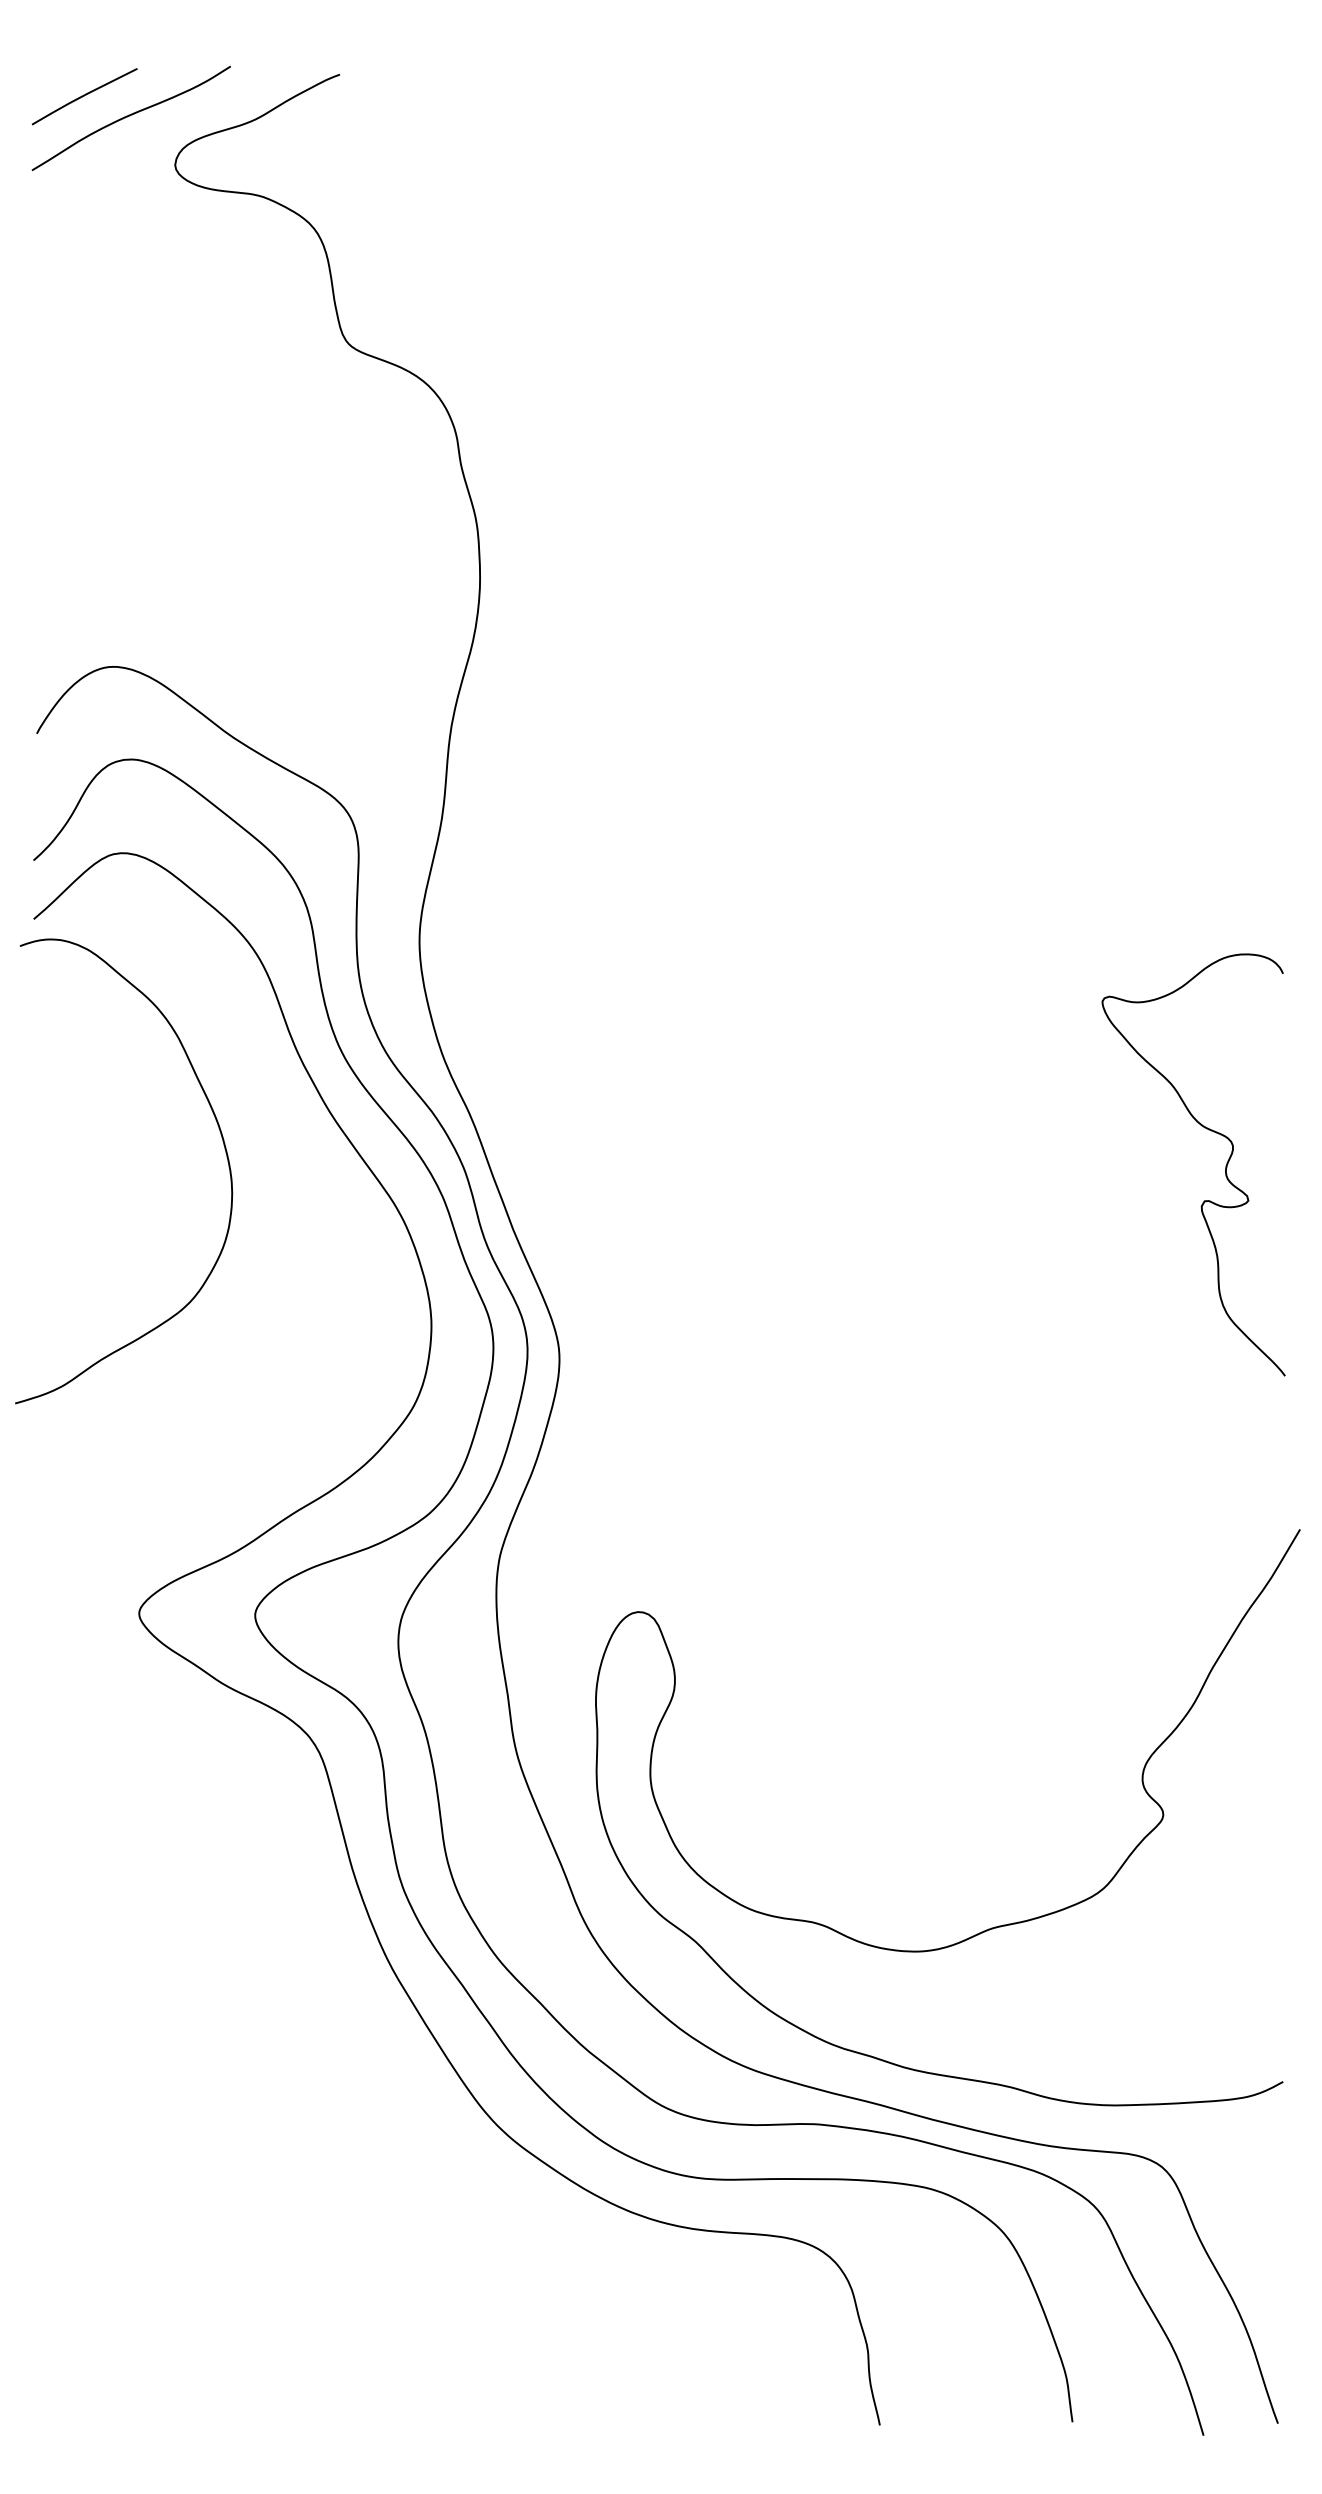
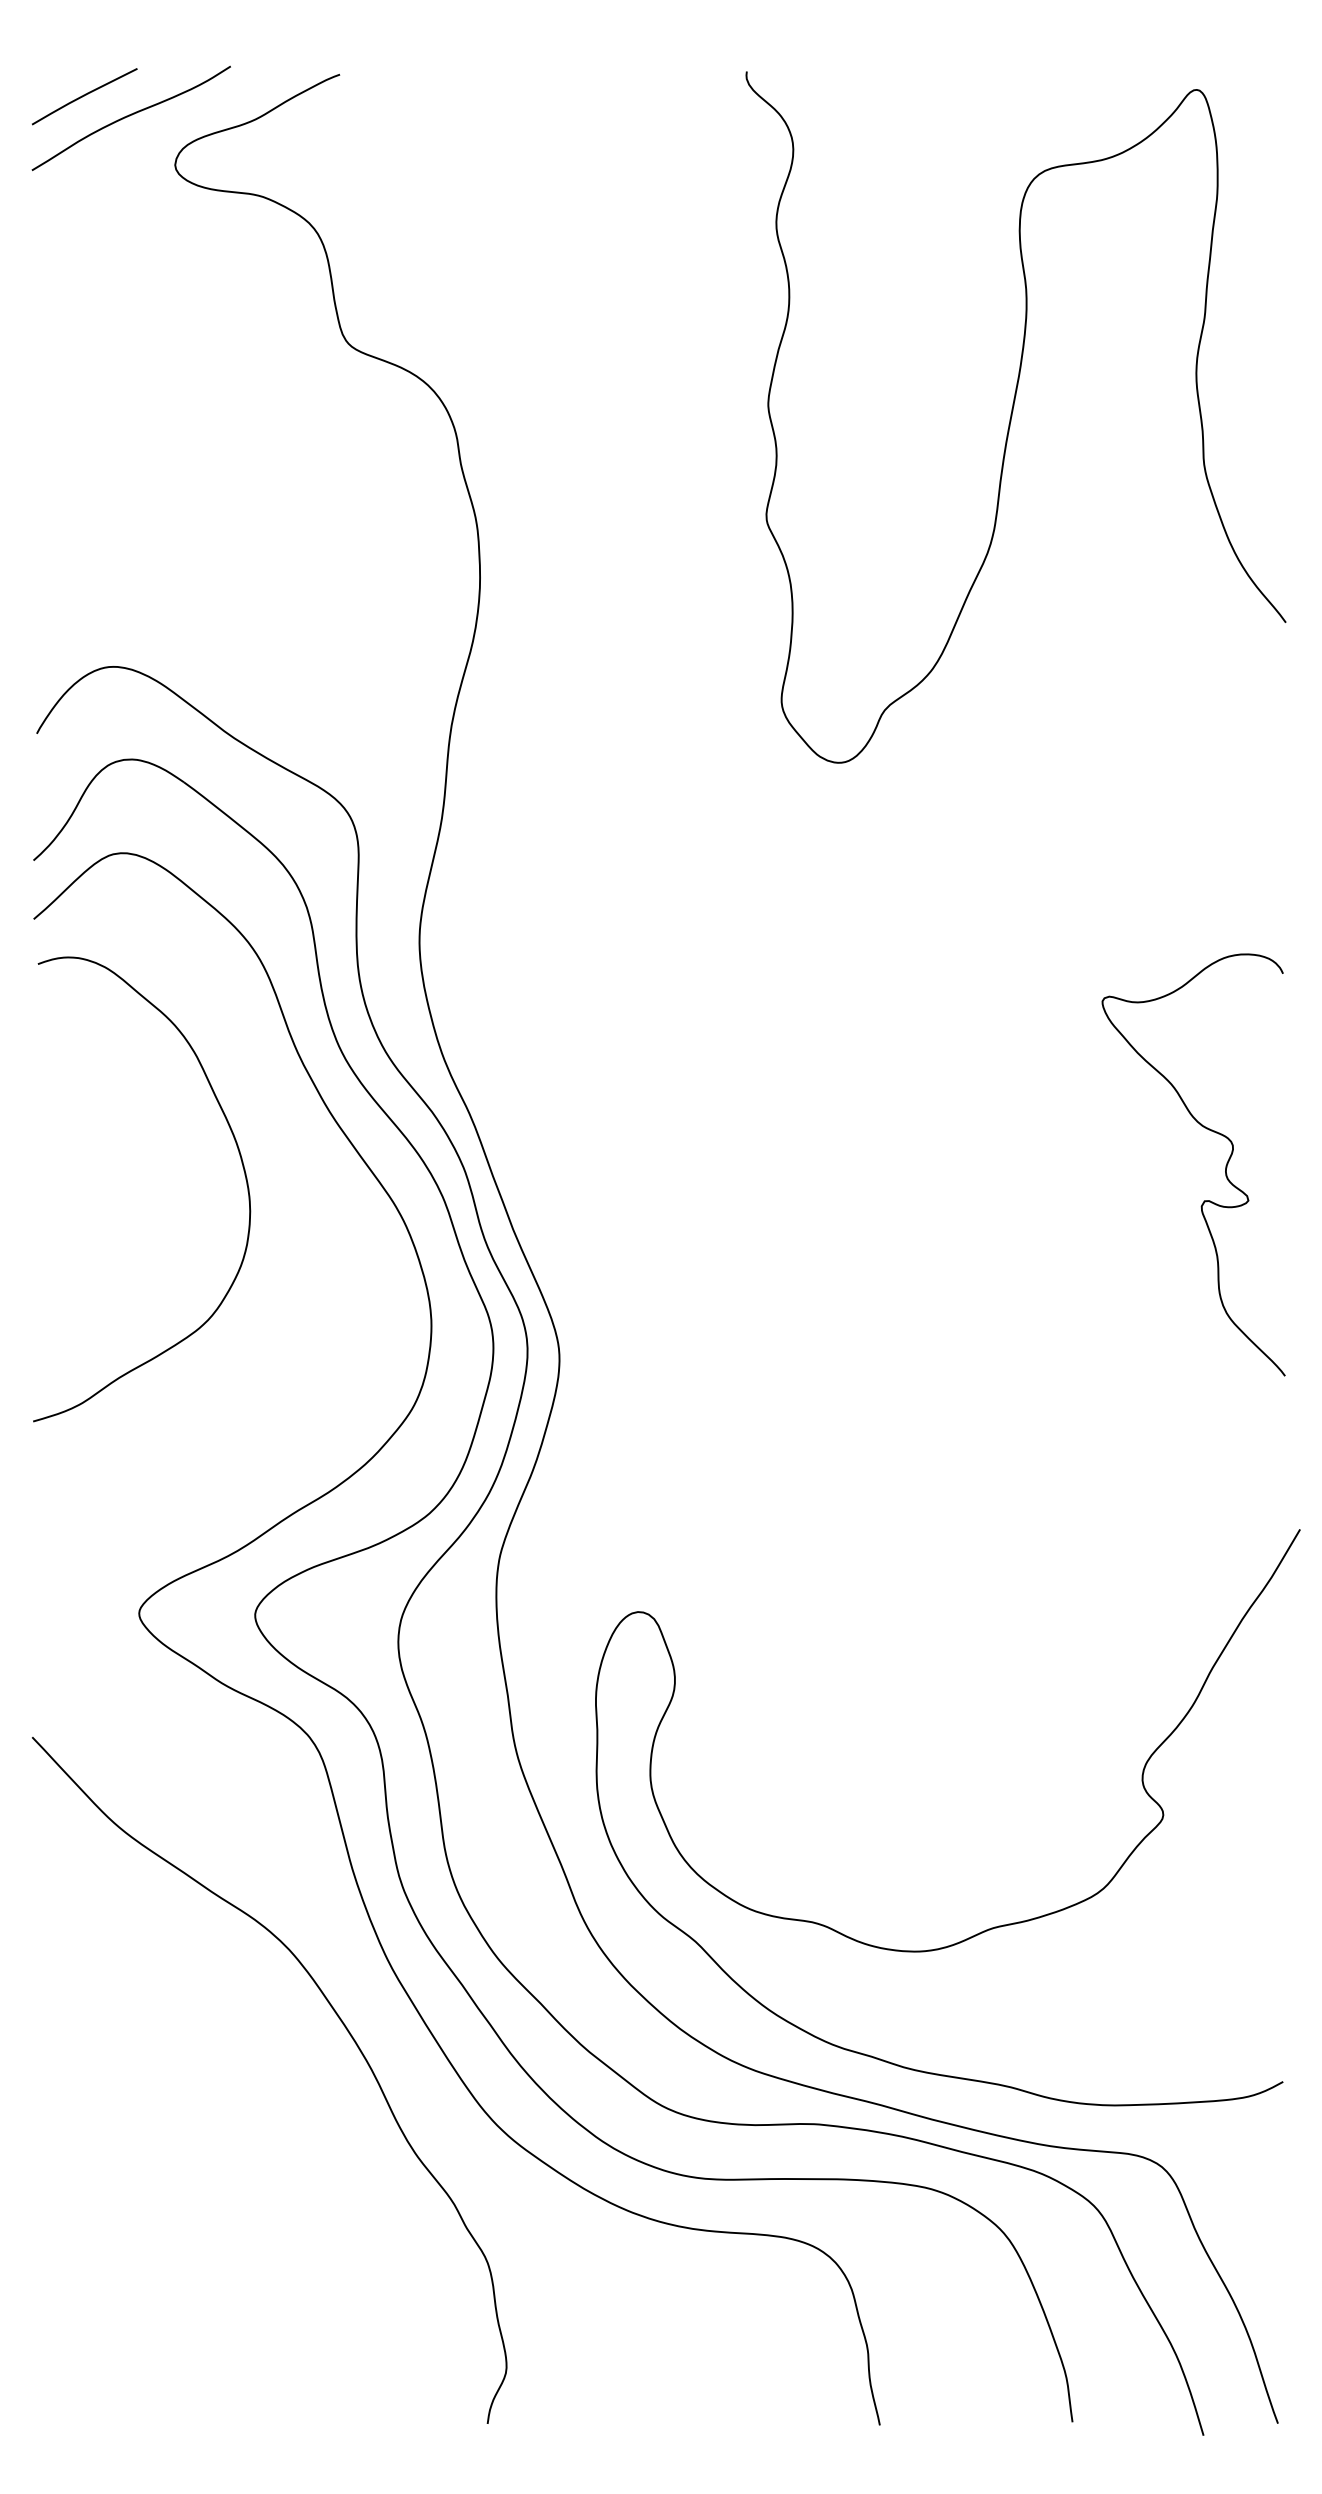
part at (1015, 417): none -> present
curve at (223, 1145) position: (223, 1145) -> (241, 1163)
curve at (346, 2030): none -> present
